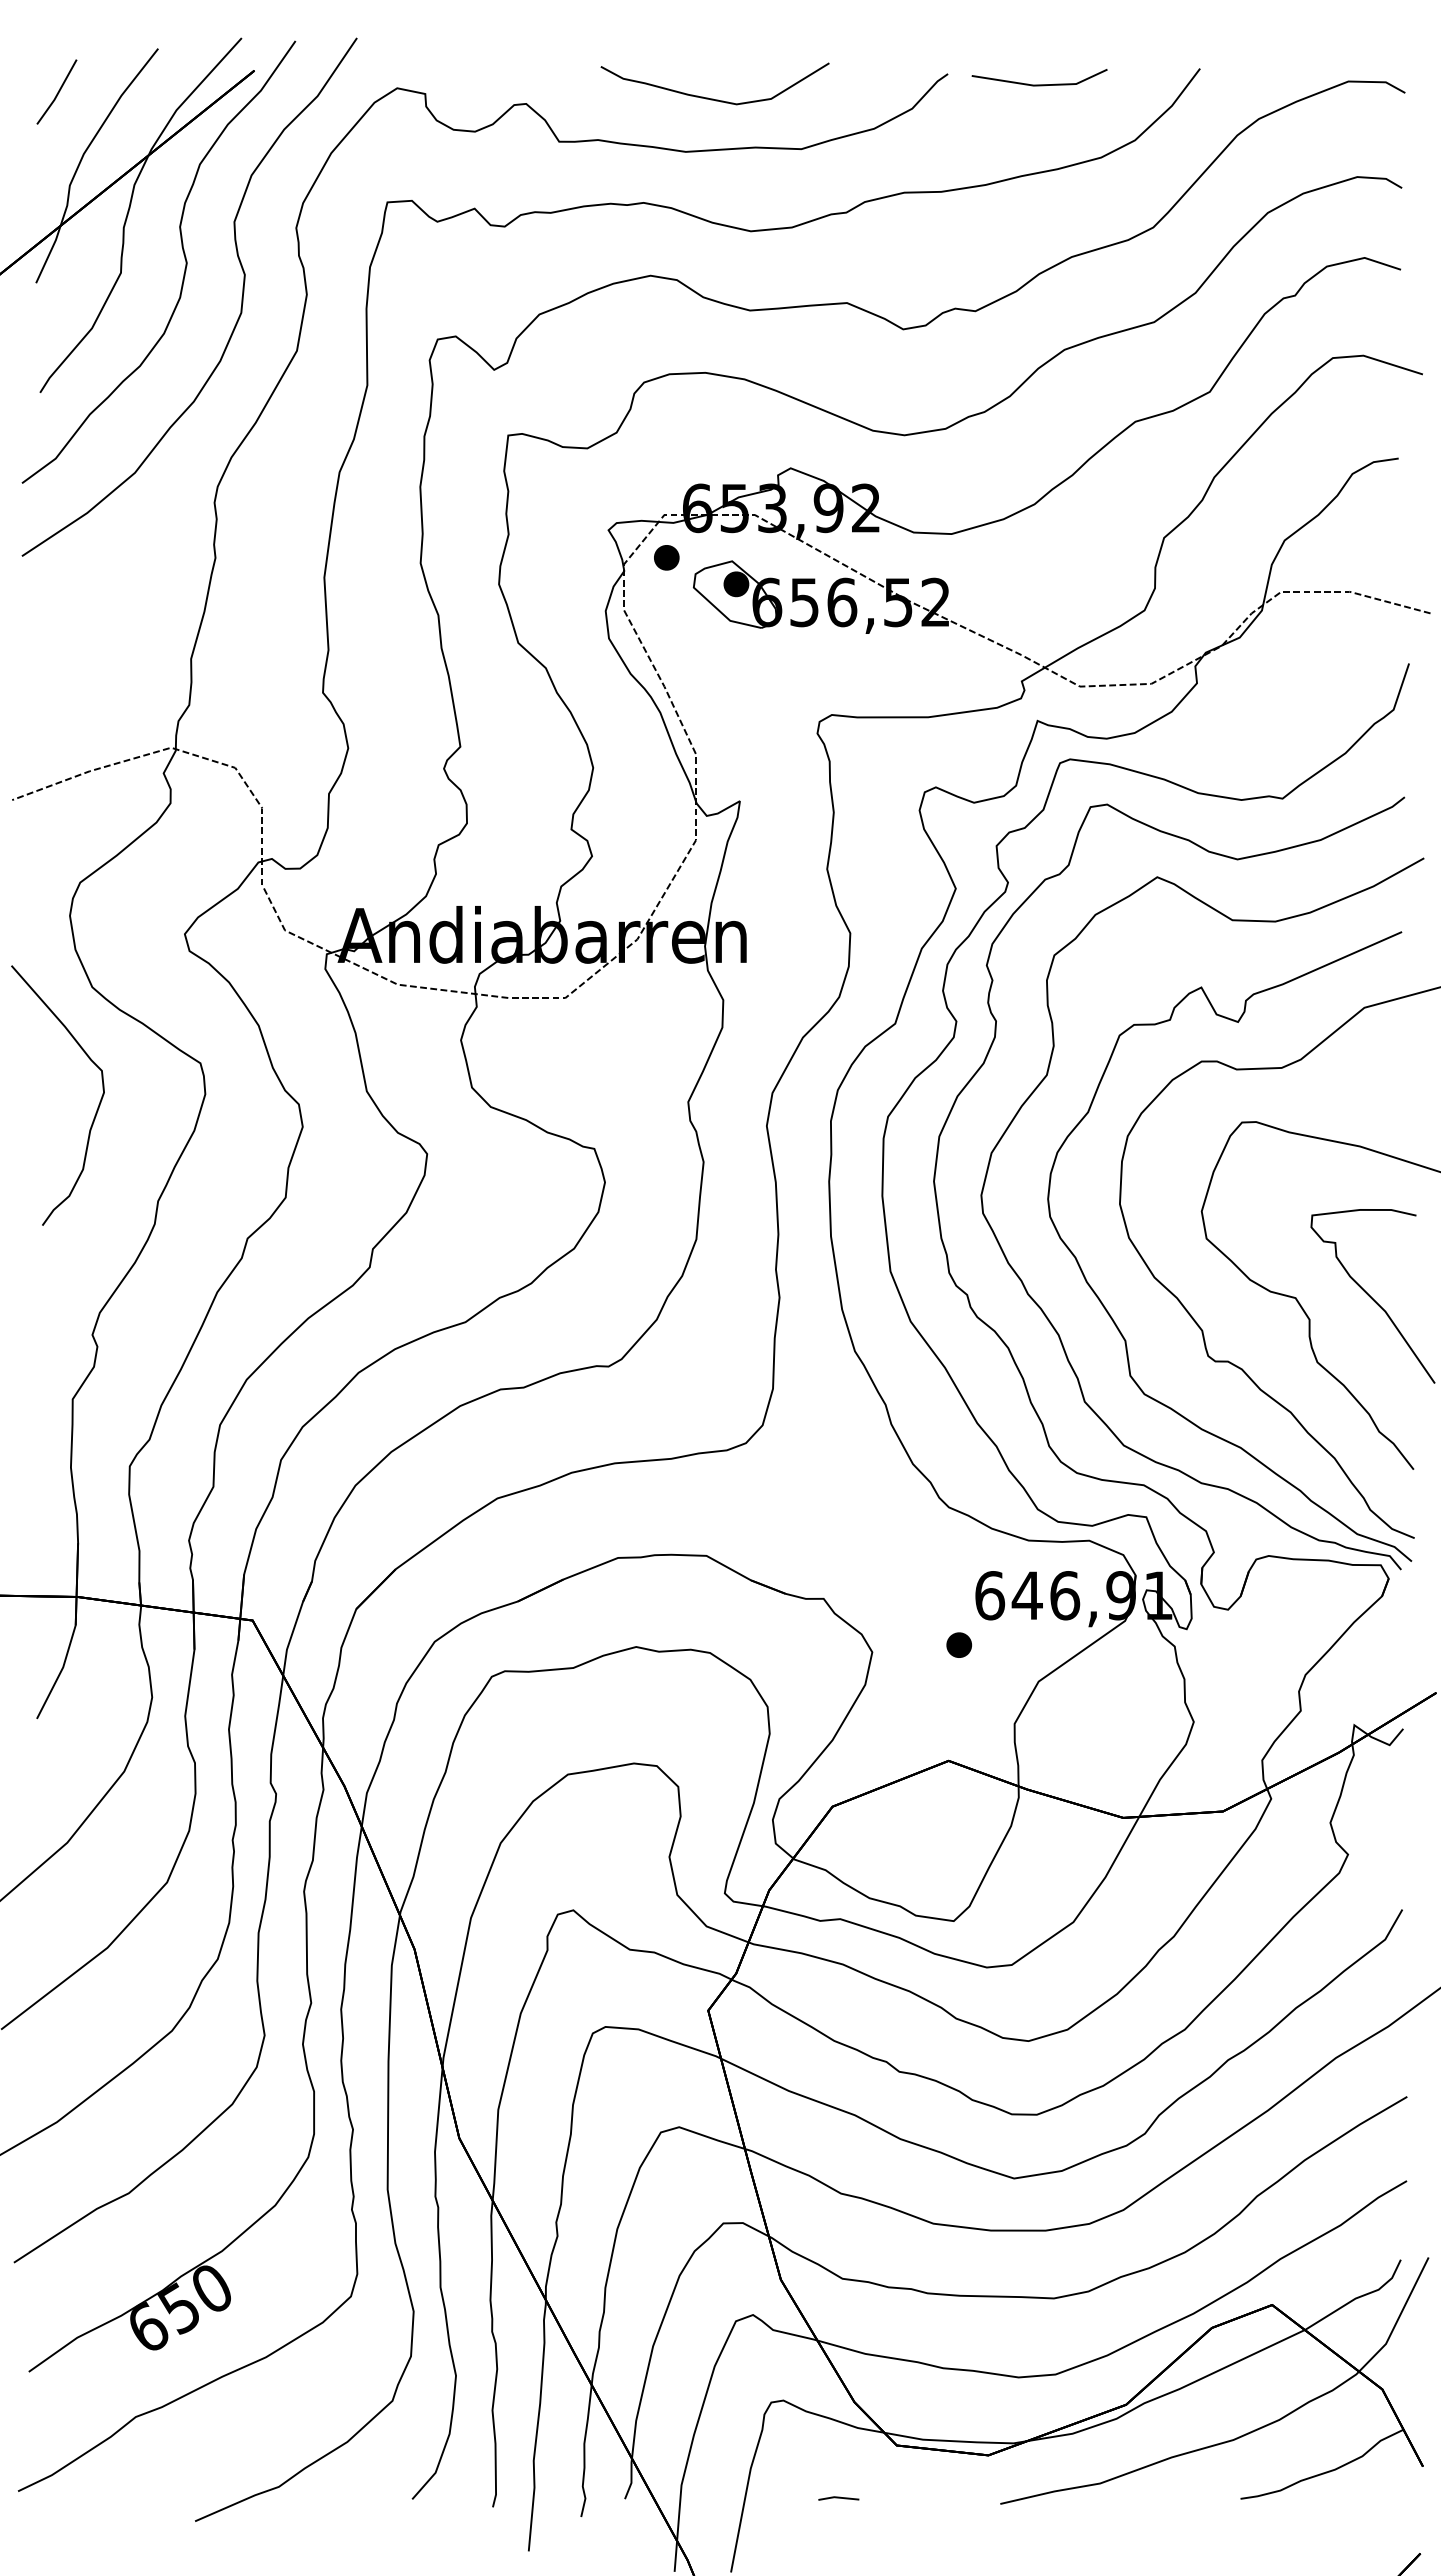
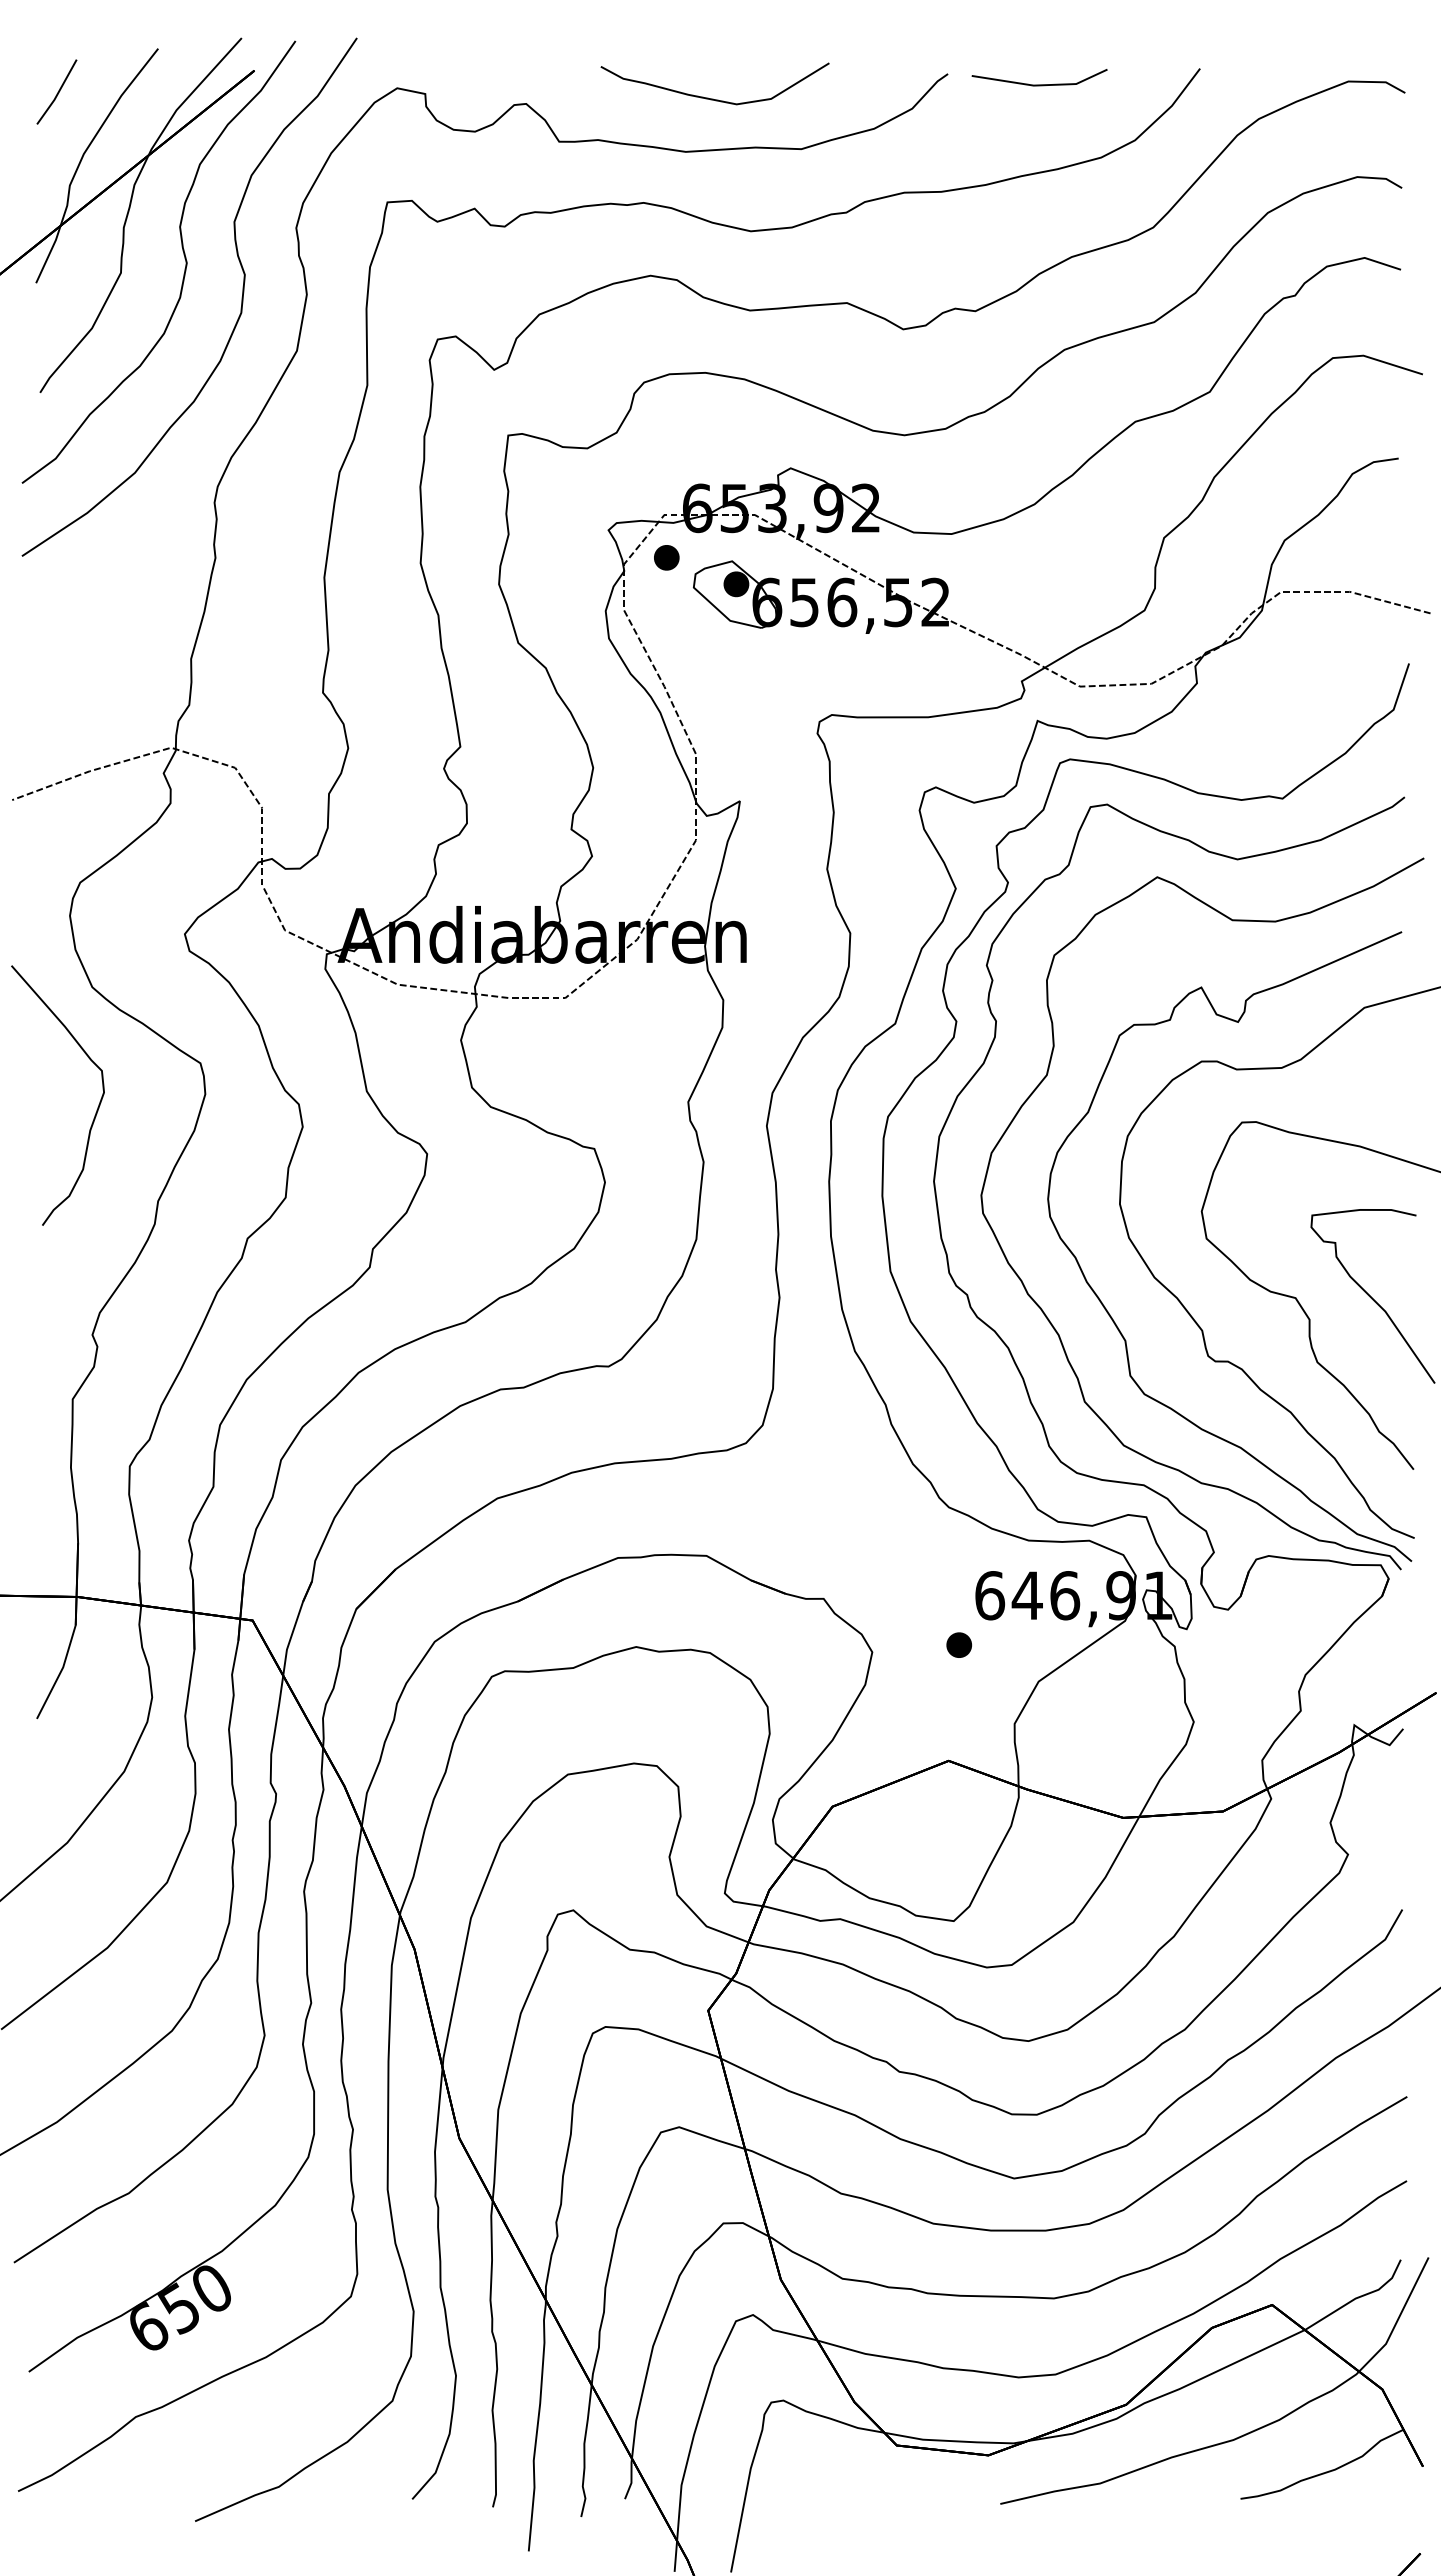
line at (838, 2498): present -> none
